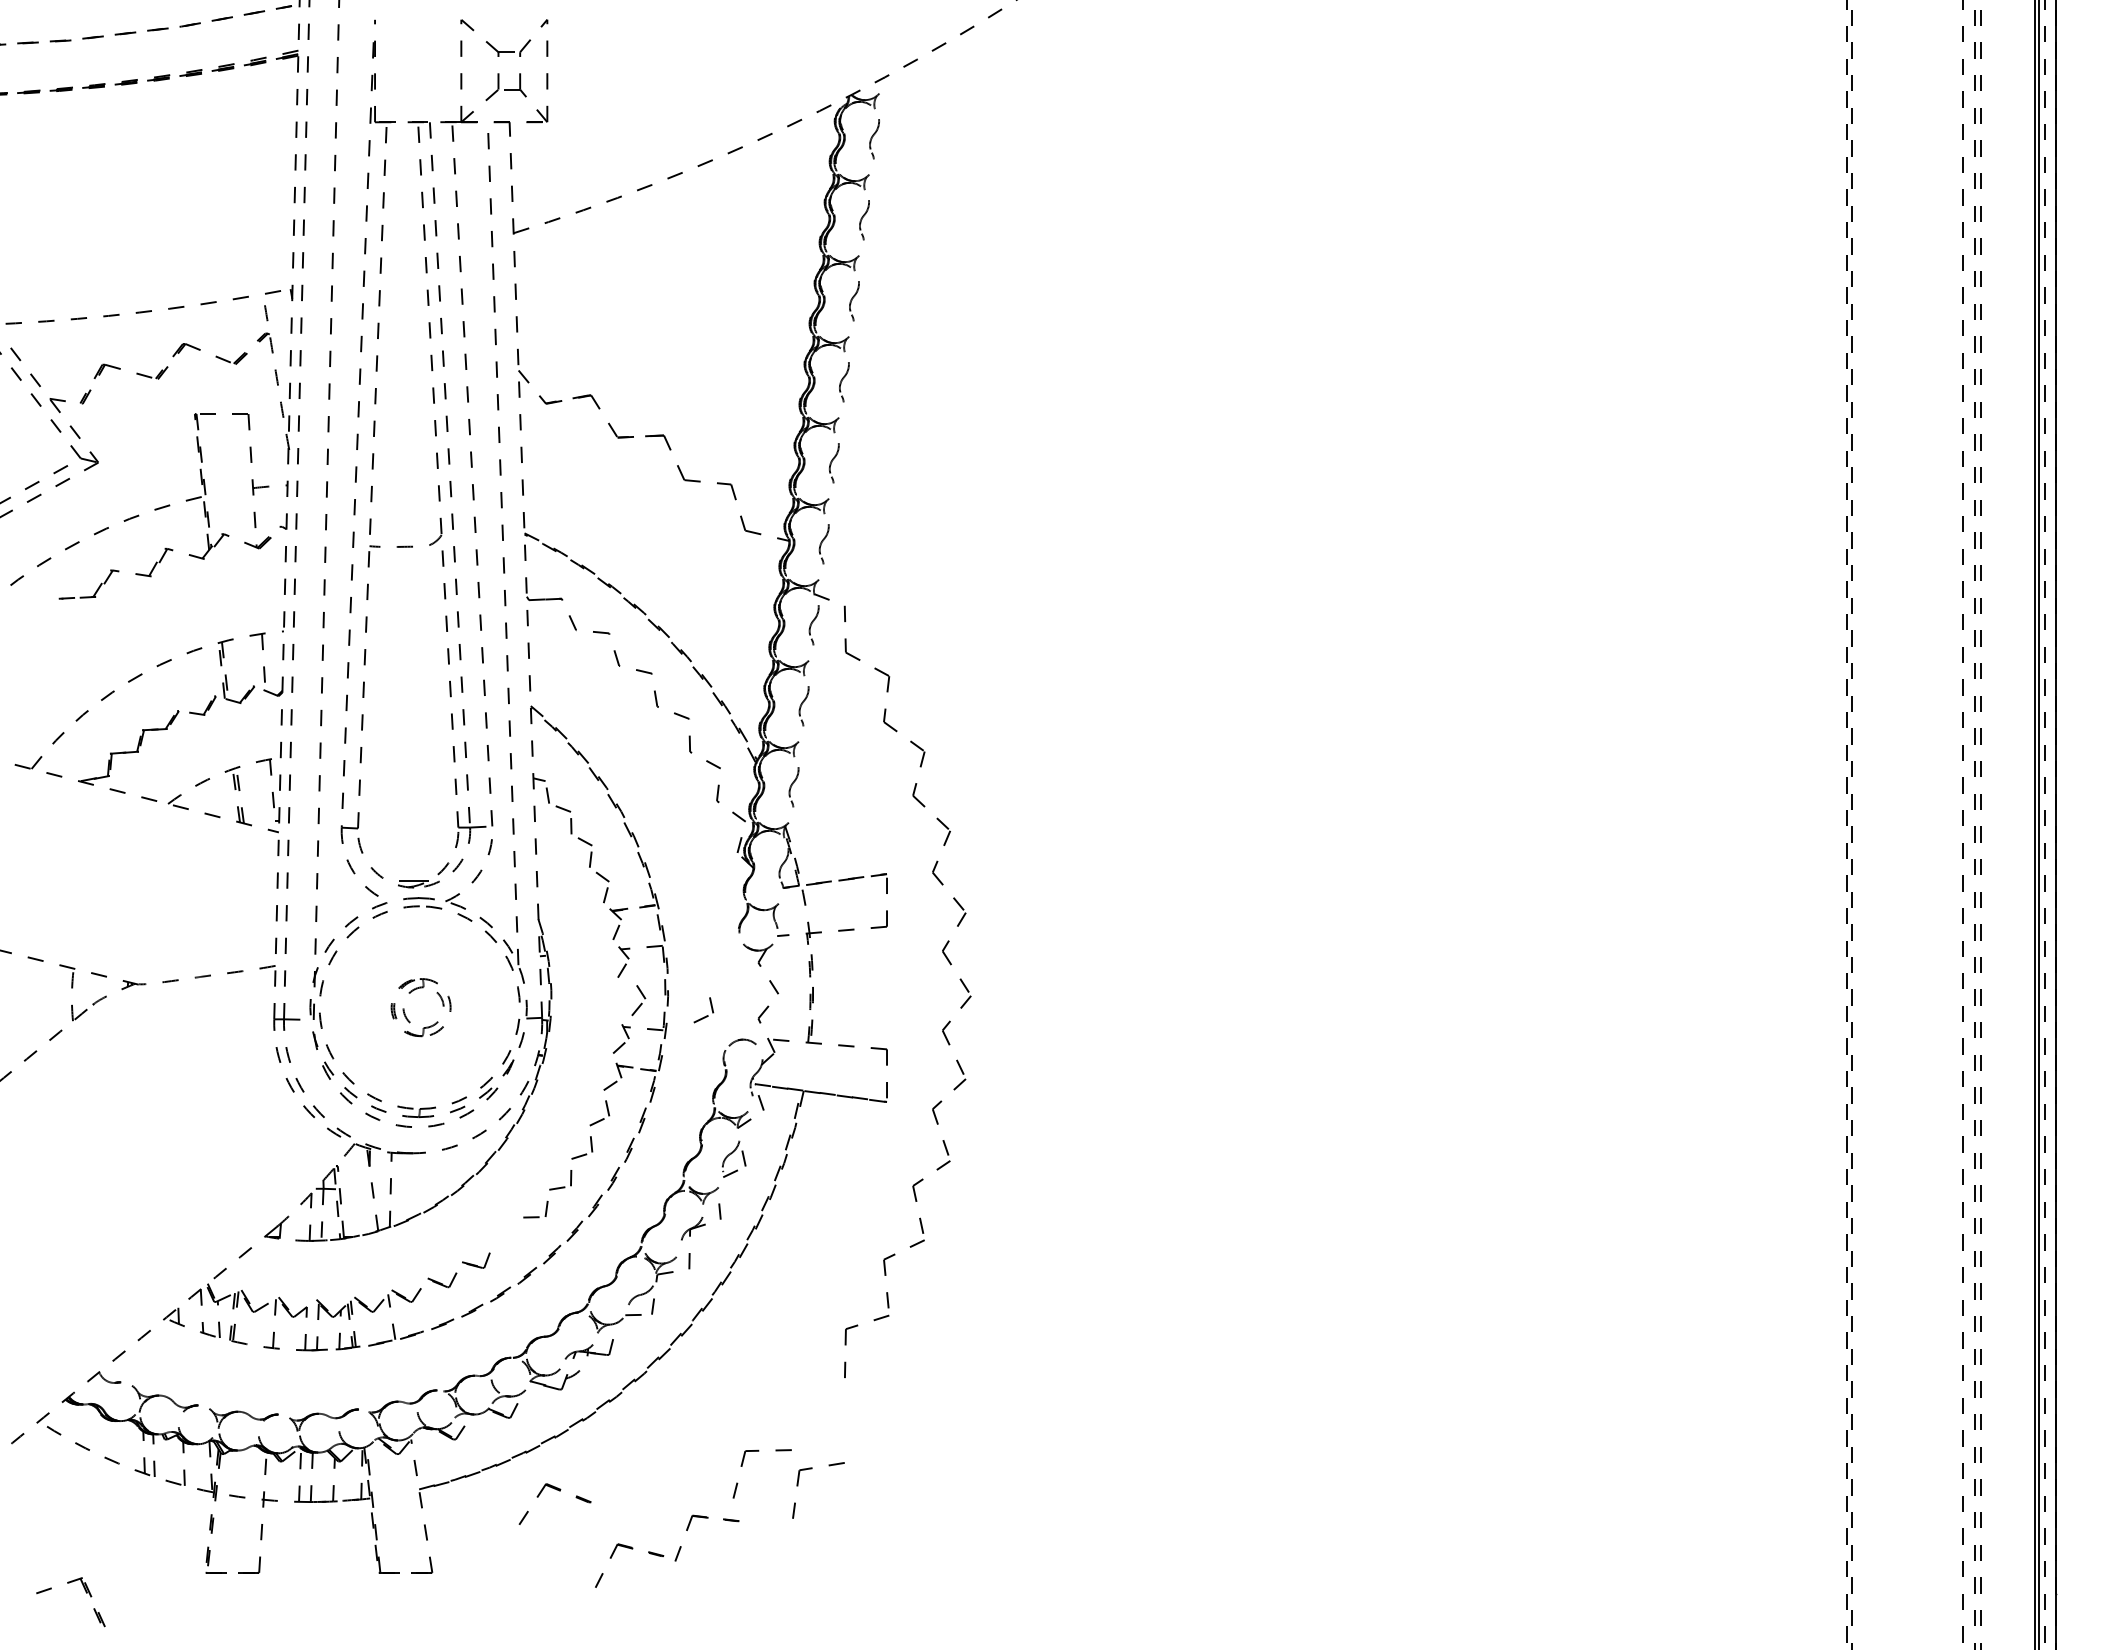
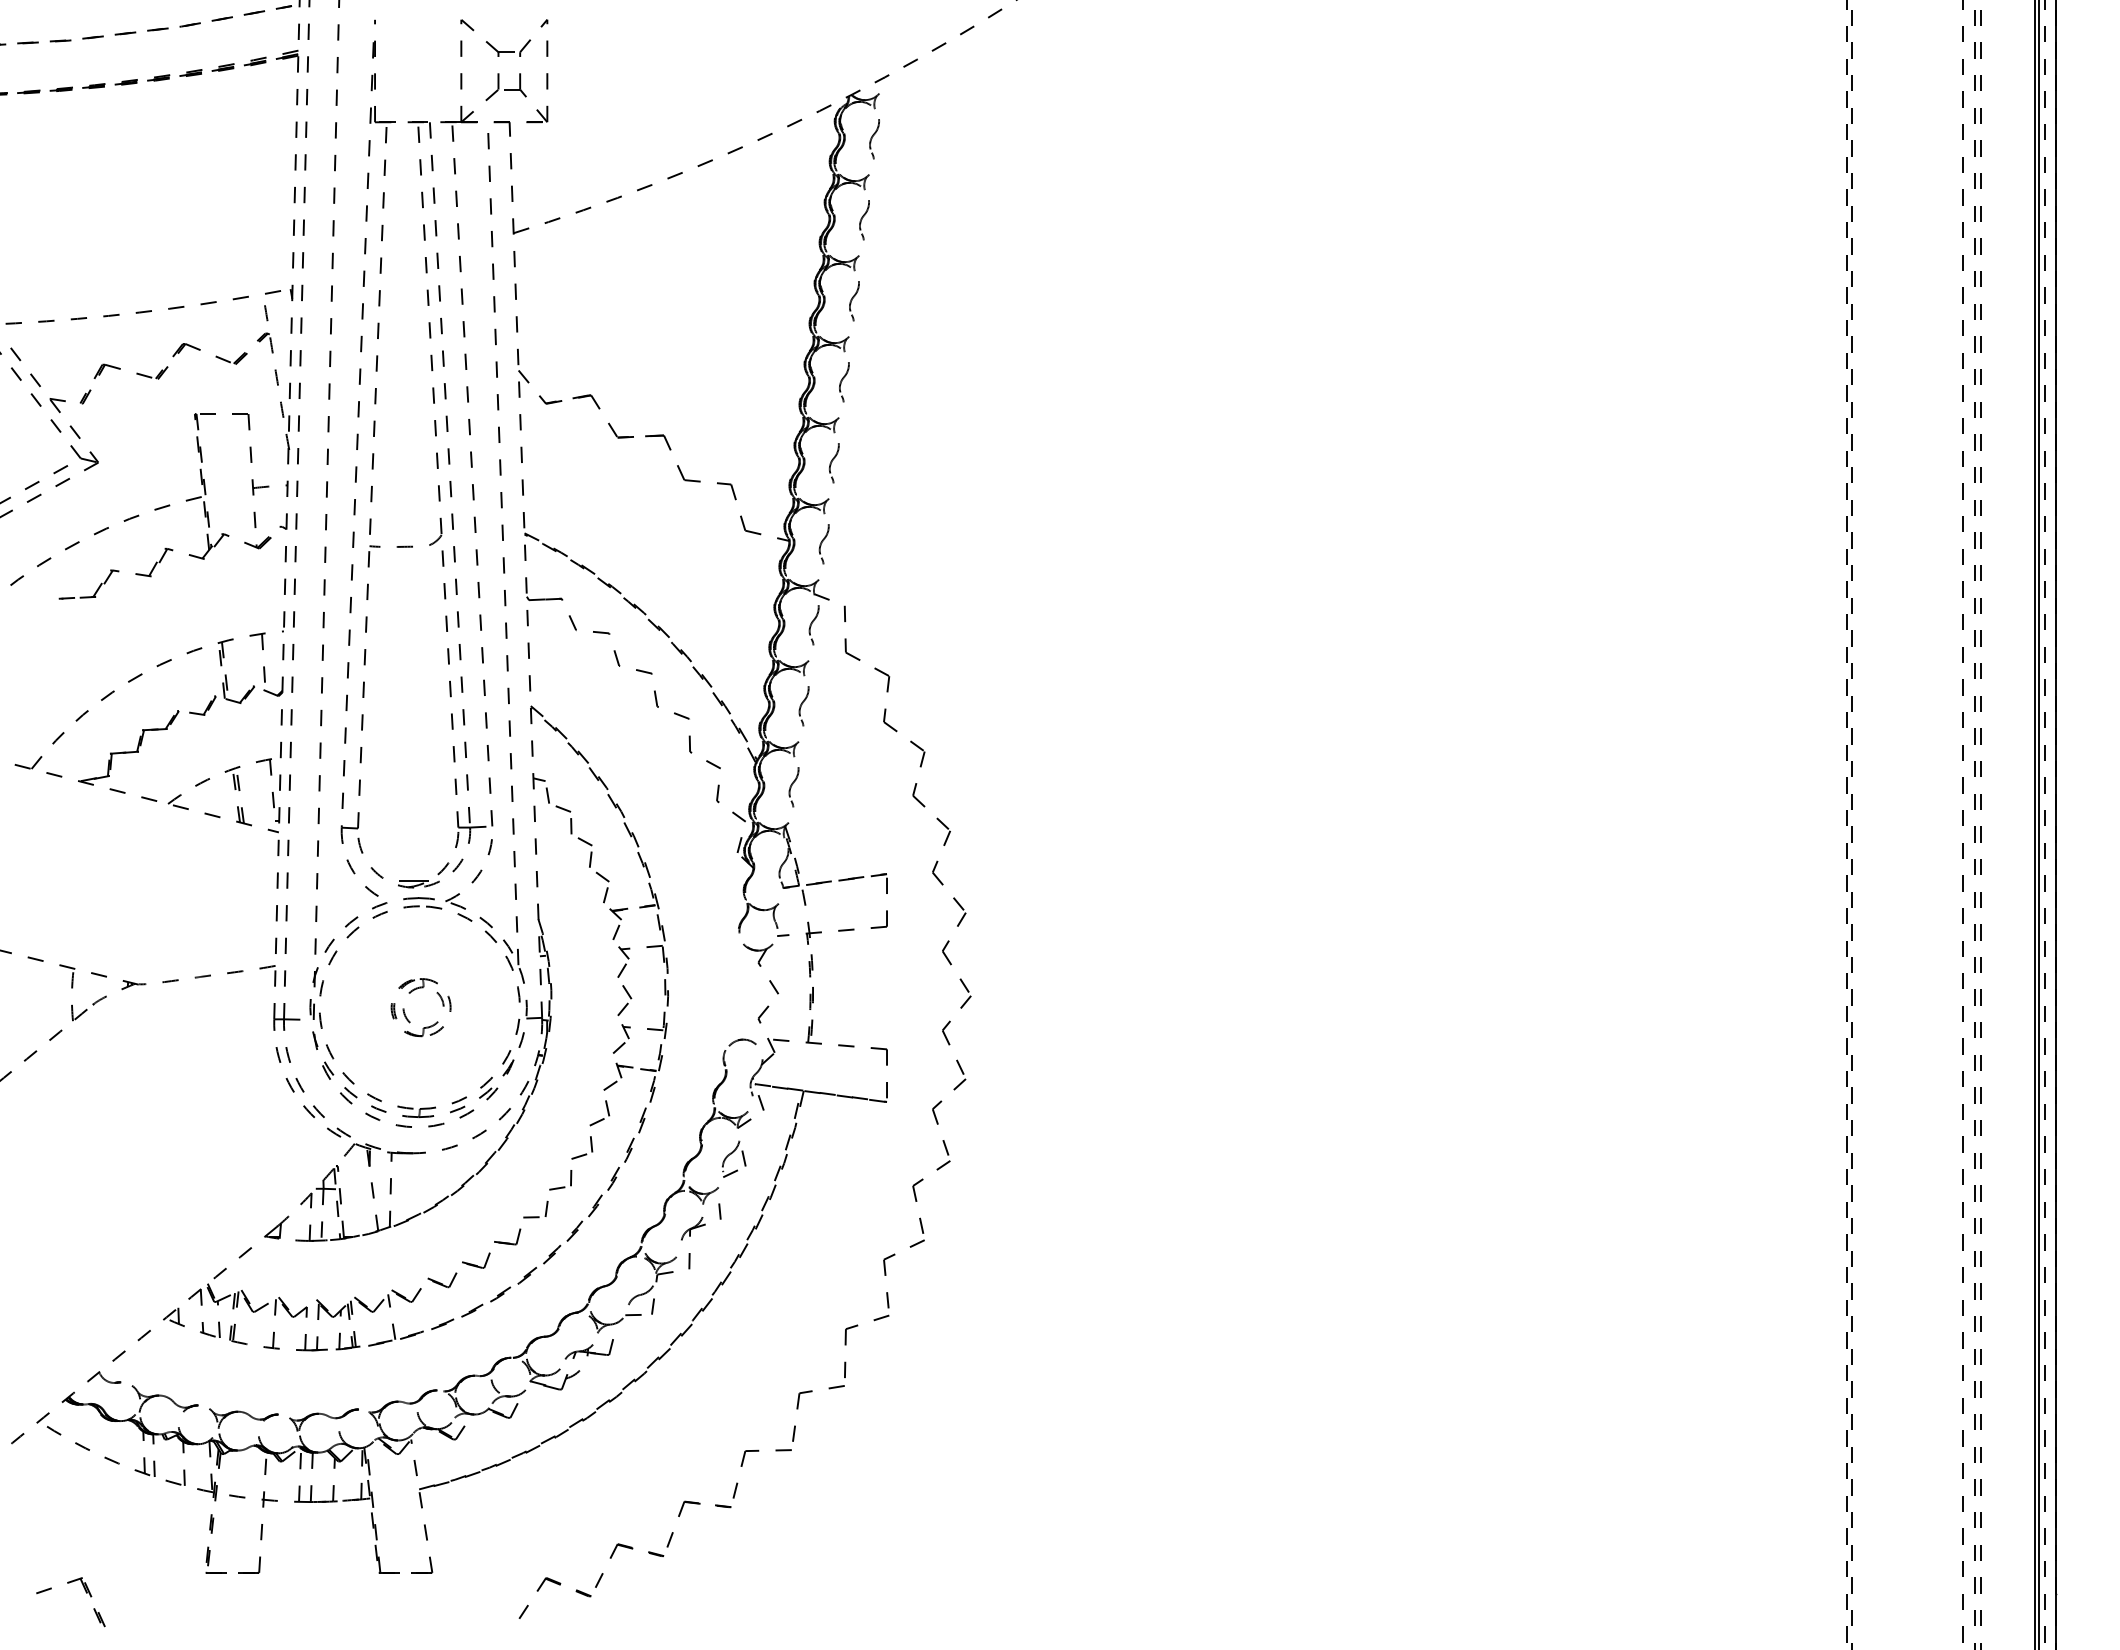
part at (638, 1000) position: (638, 1000) -> (624, 1000)
part at (703, 1010): present -> none
part at (507, 1236): none -> present
part at (798, 1486) position: (798, 1486) -> (798, 1409)
part at (559, 1491) position: (559, 1491) -> (559, 1585)
part at (706, 1518) position: (706, 1518) -> (698, 1504)
